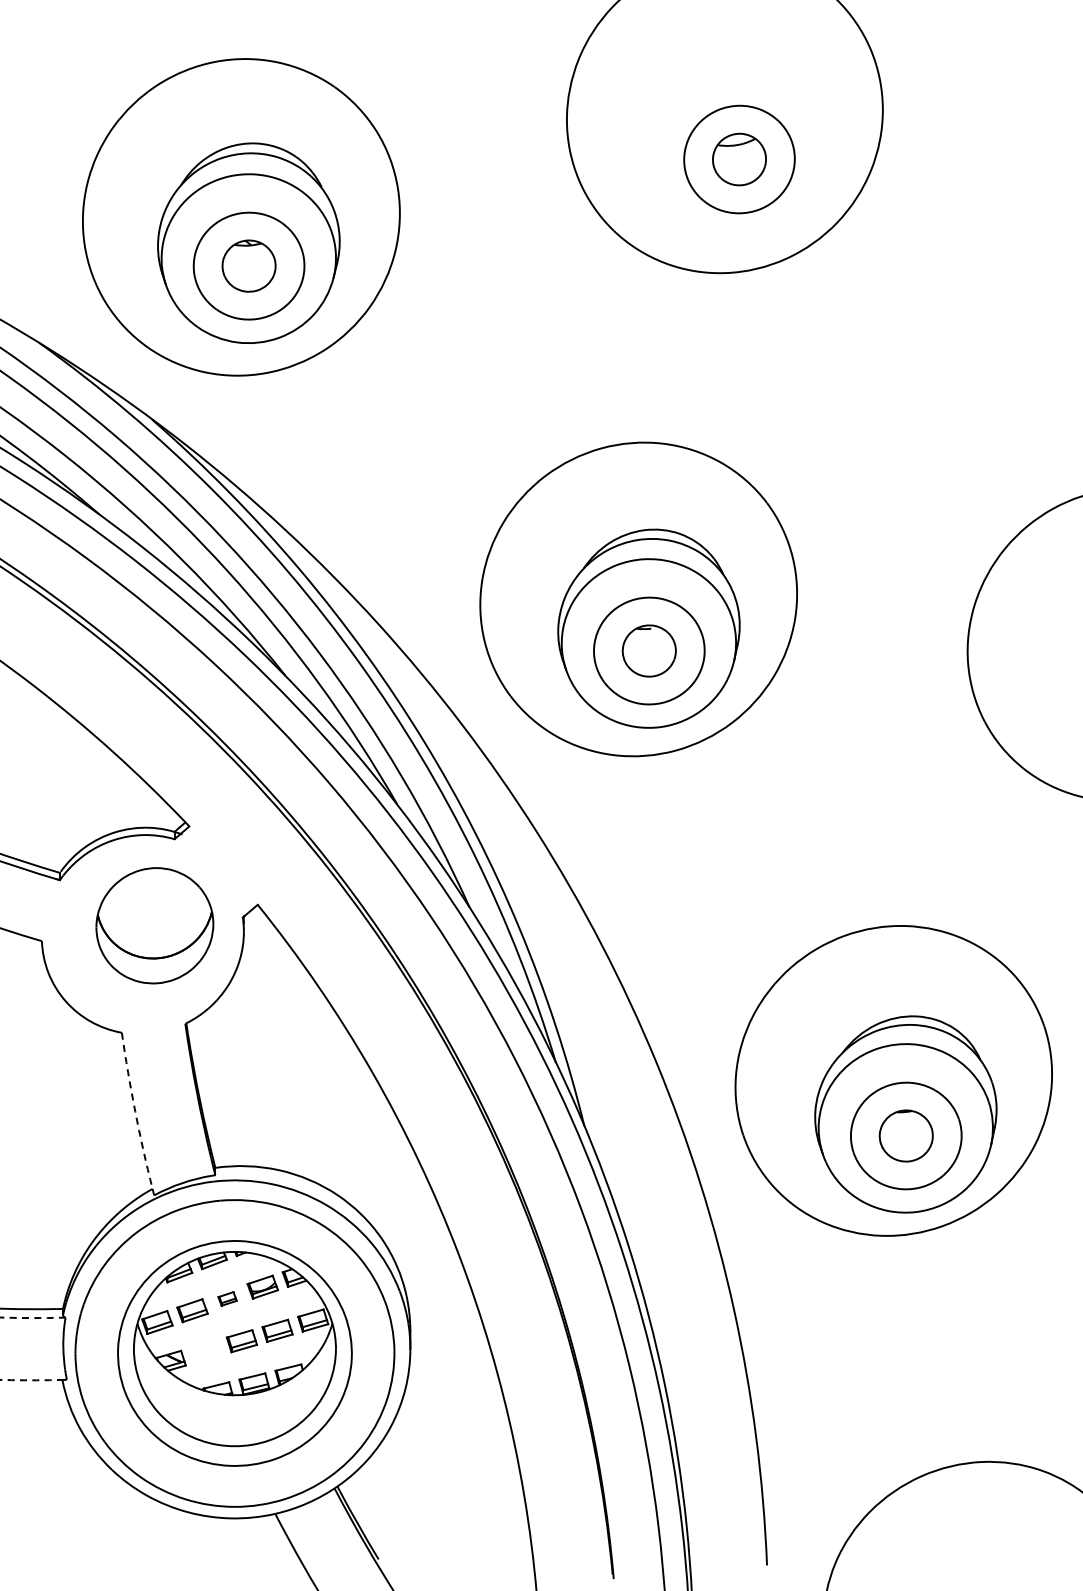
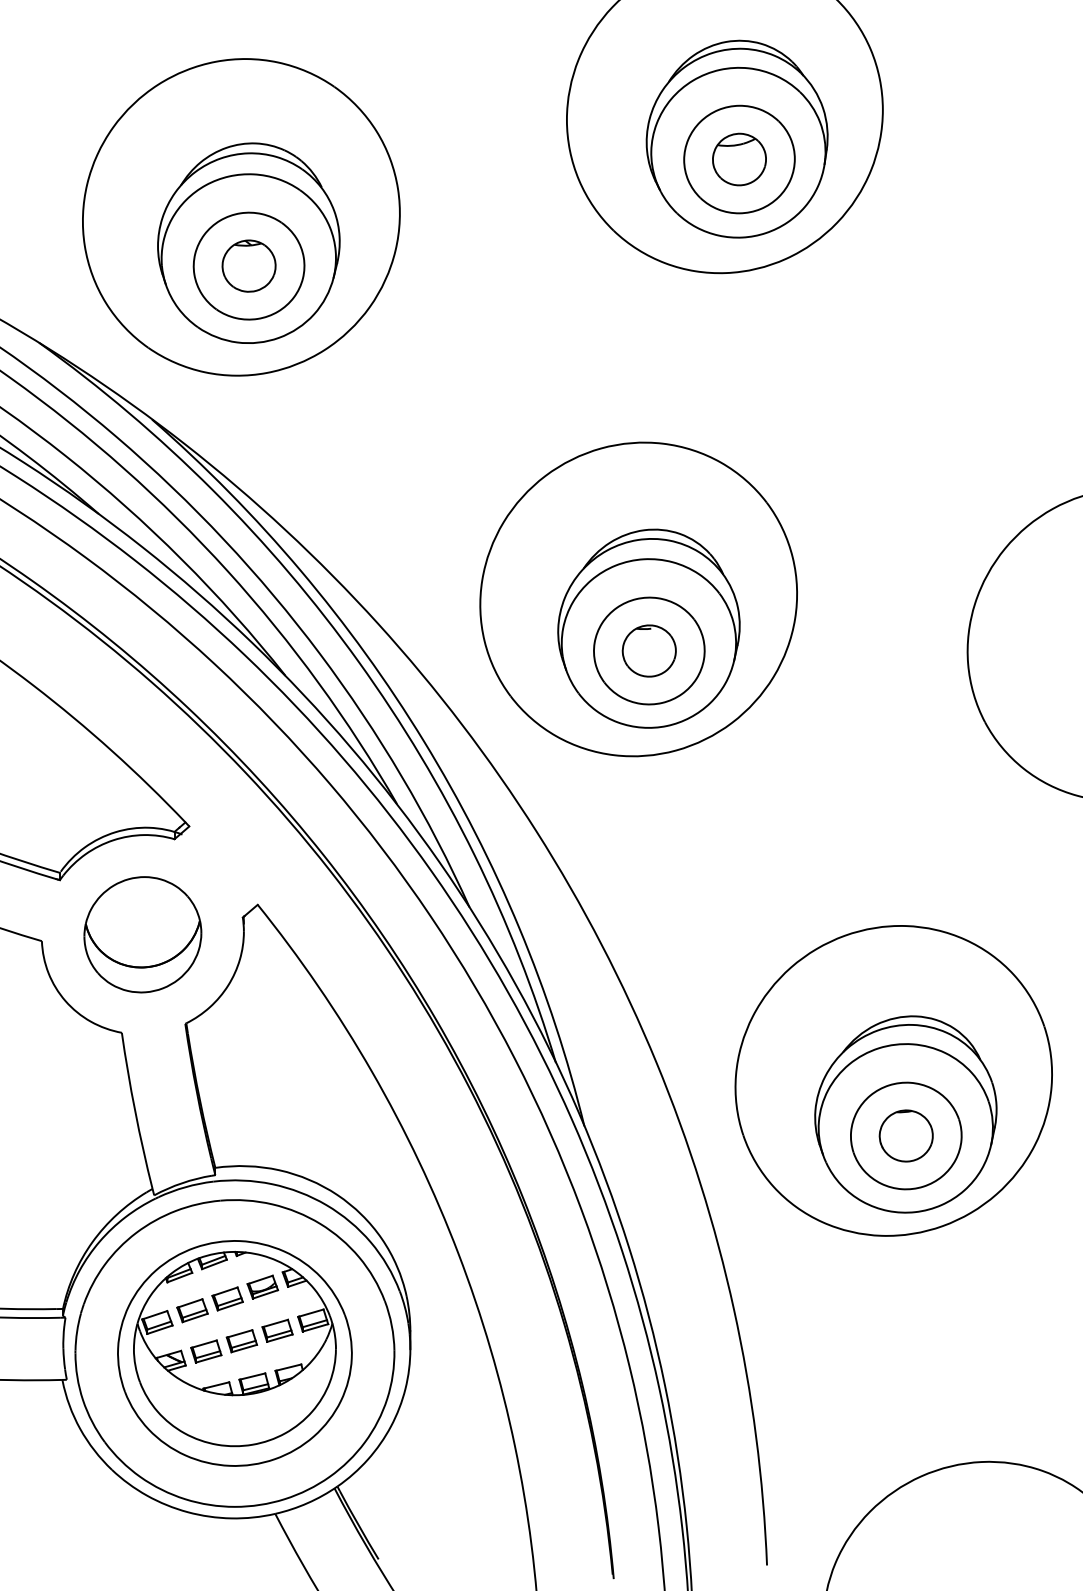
part at (736, 138): none -> present
part at (154, 925) position: (154, 925) -> (142, 934)
arc at (135, 1111): dashed -> solid
part at (227, 1298) size: 21x16 px -> 33x26 px
arc at (30, 1318): dashed -> solid
part at (206, 1351): none -> present
arc at (31, 1380): dashed -> solid
